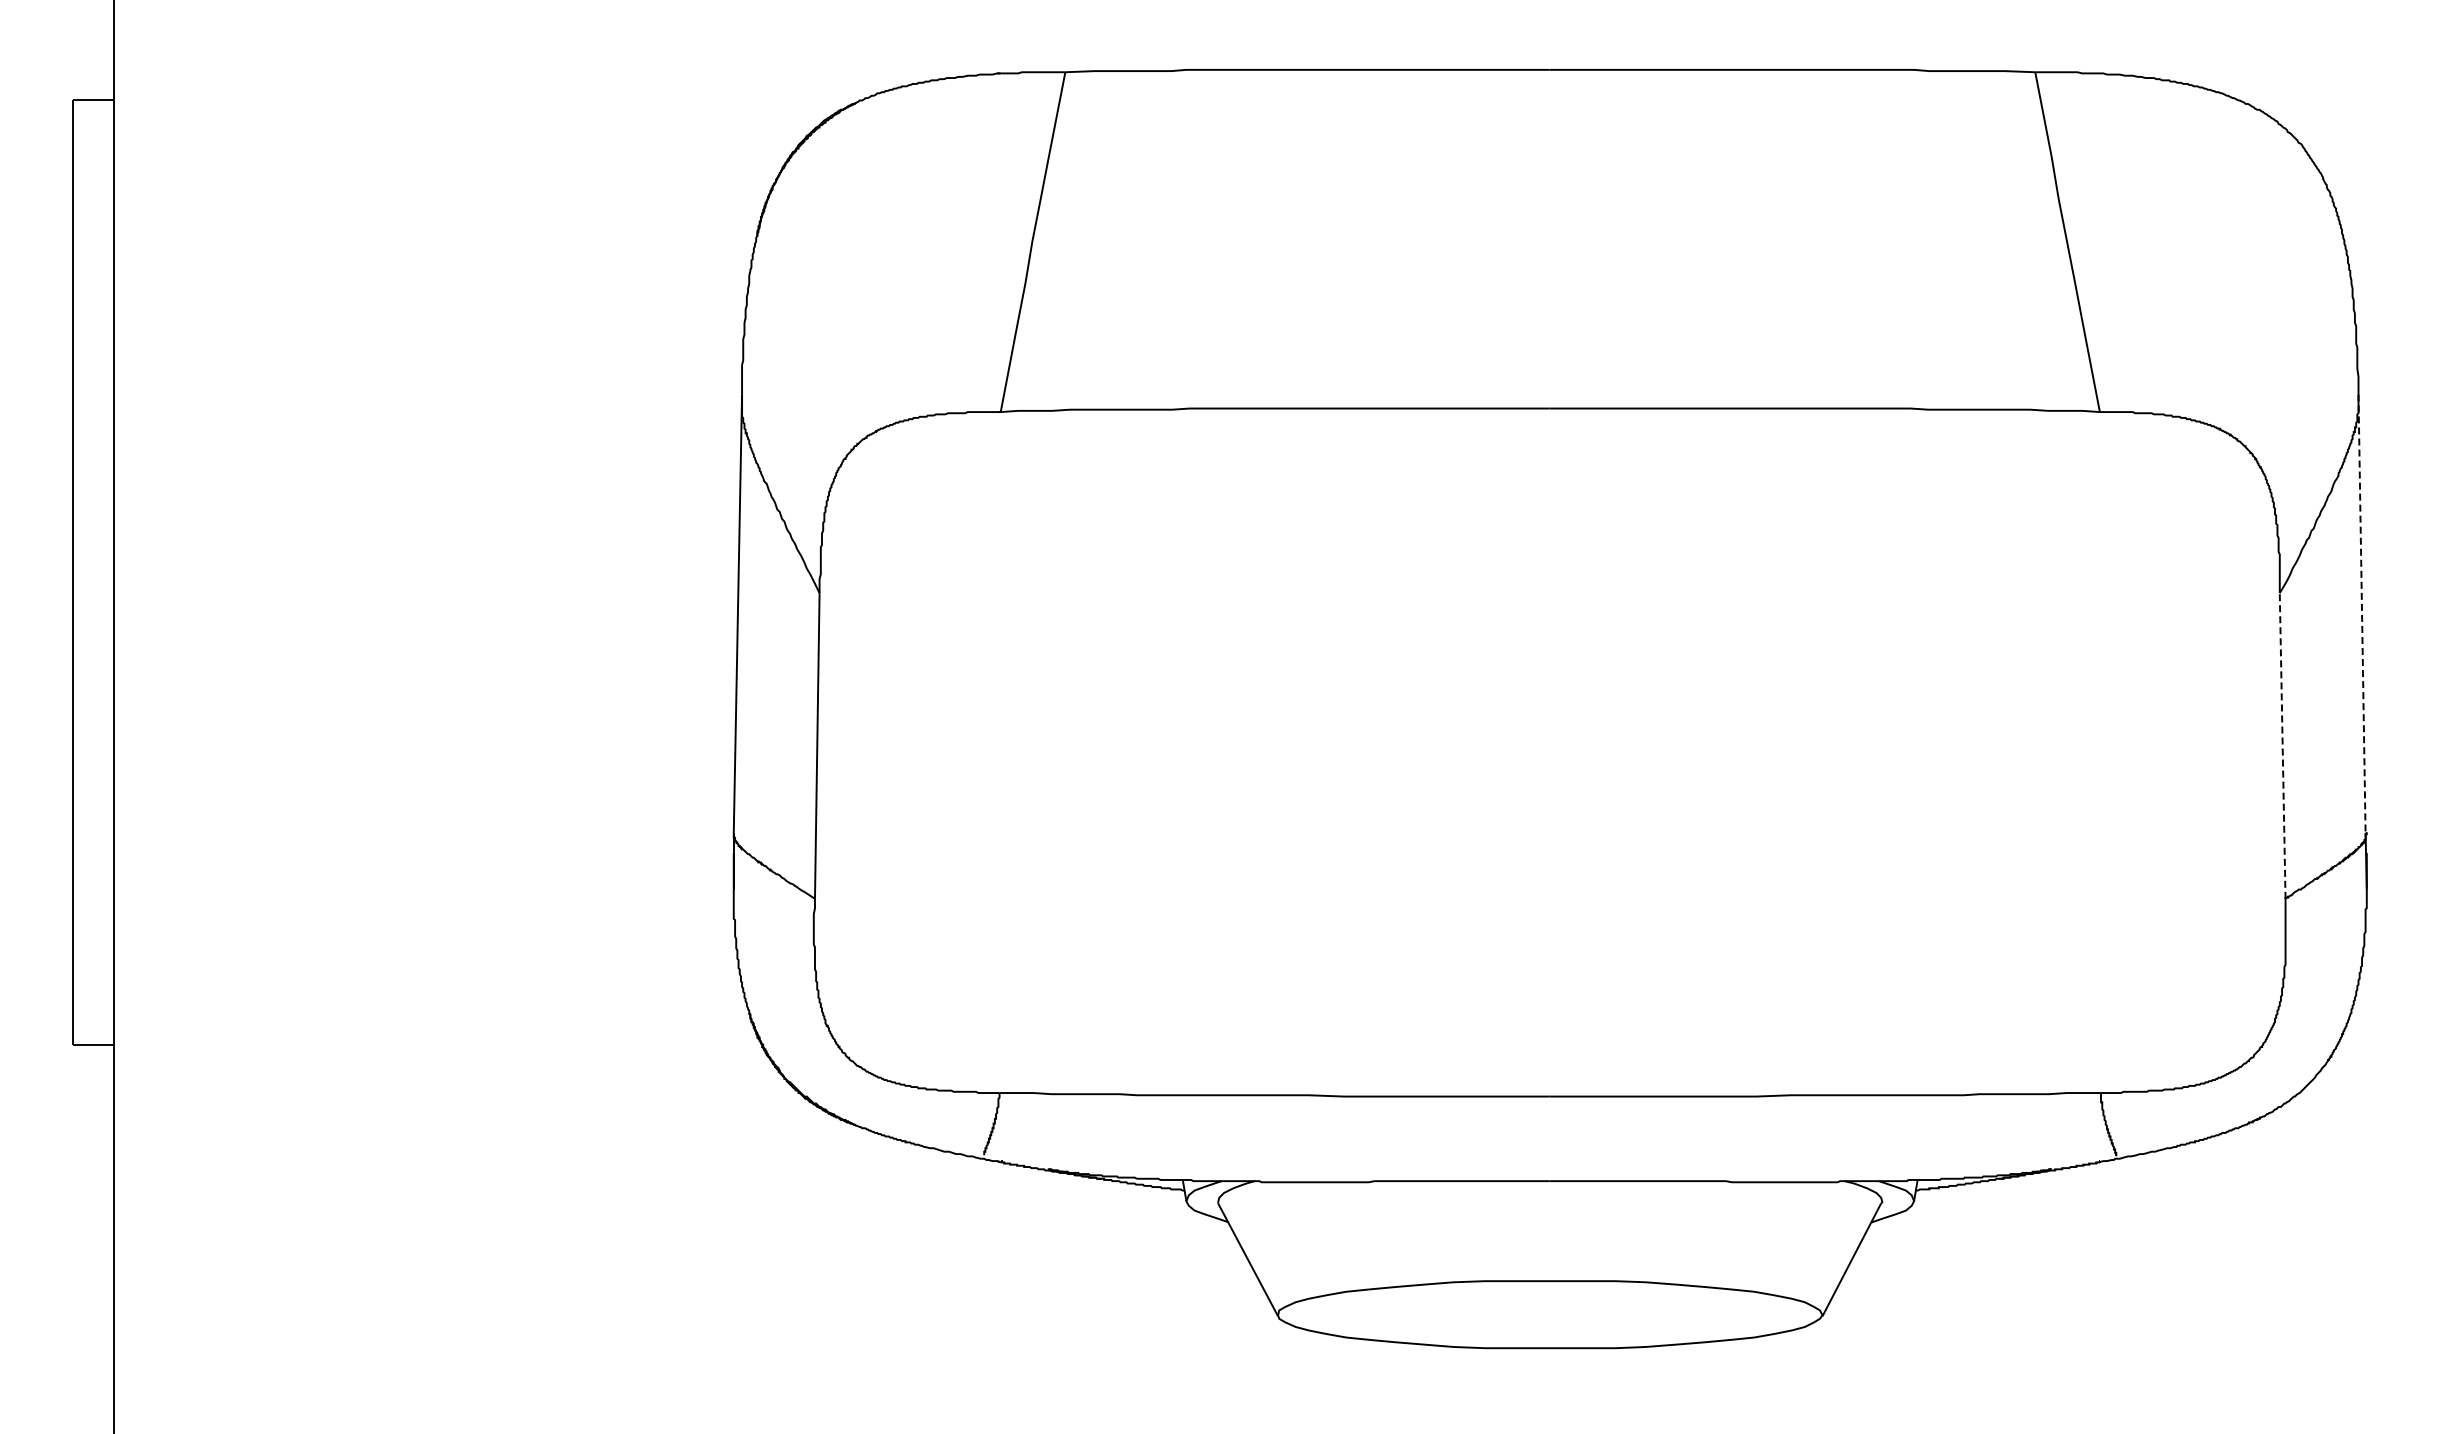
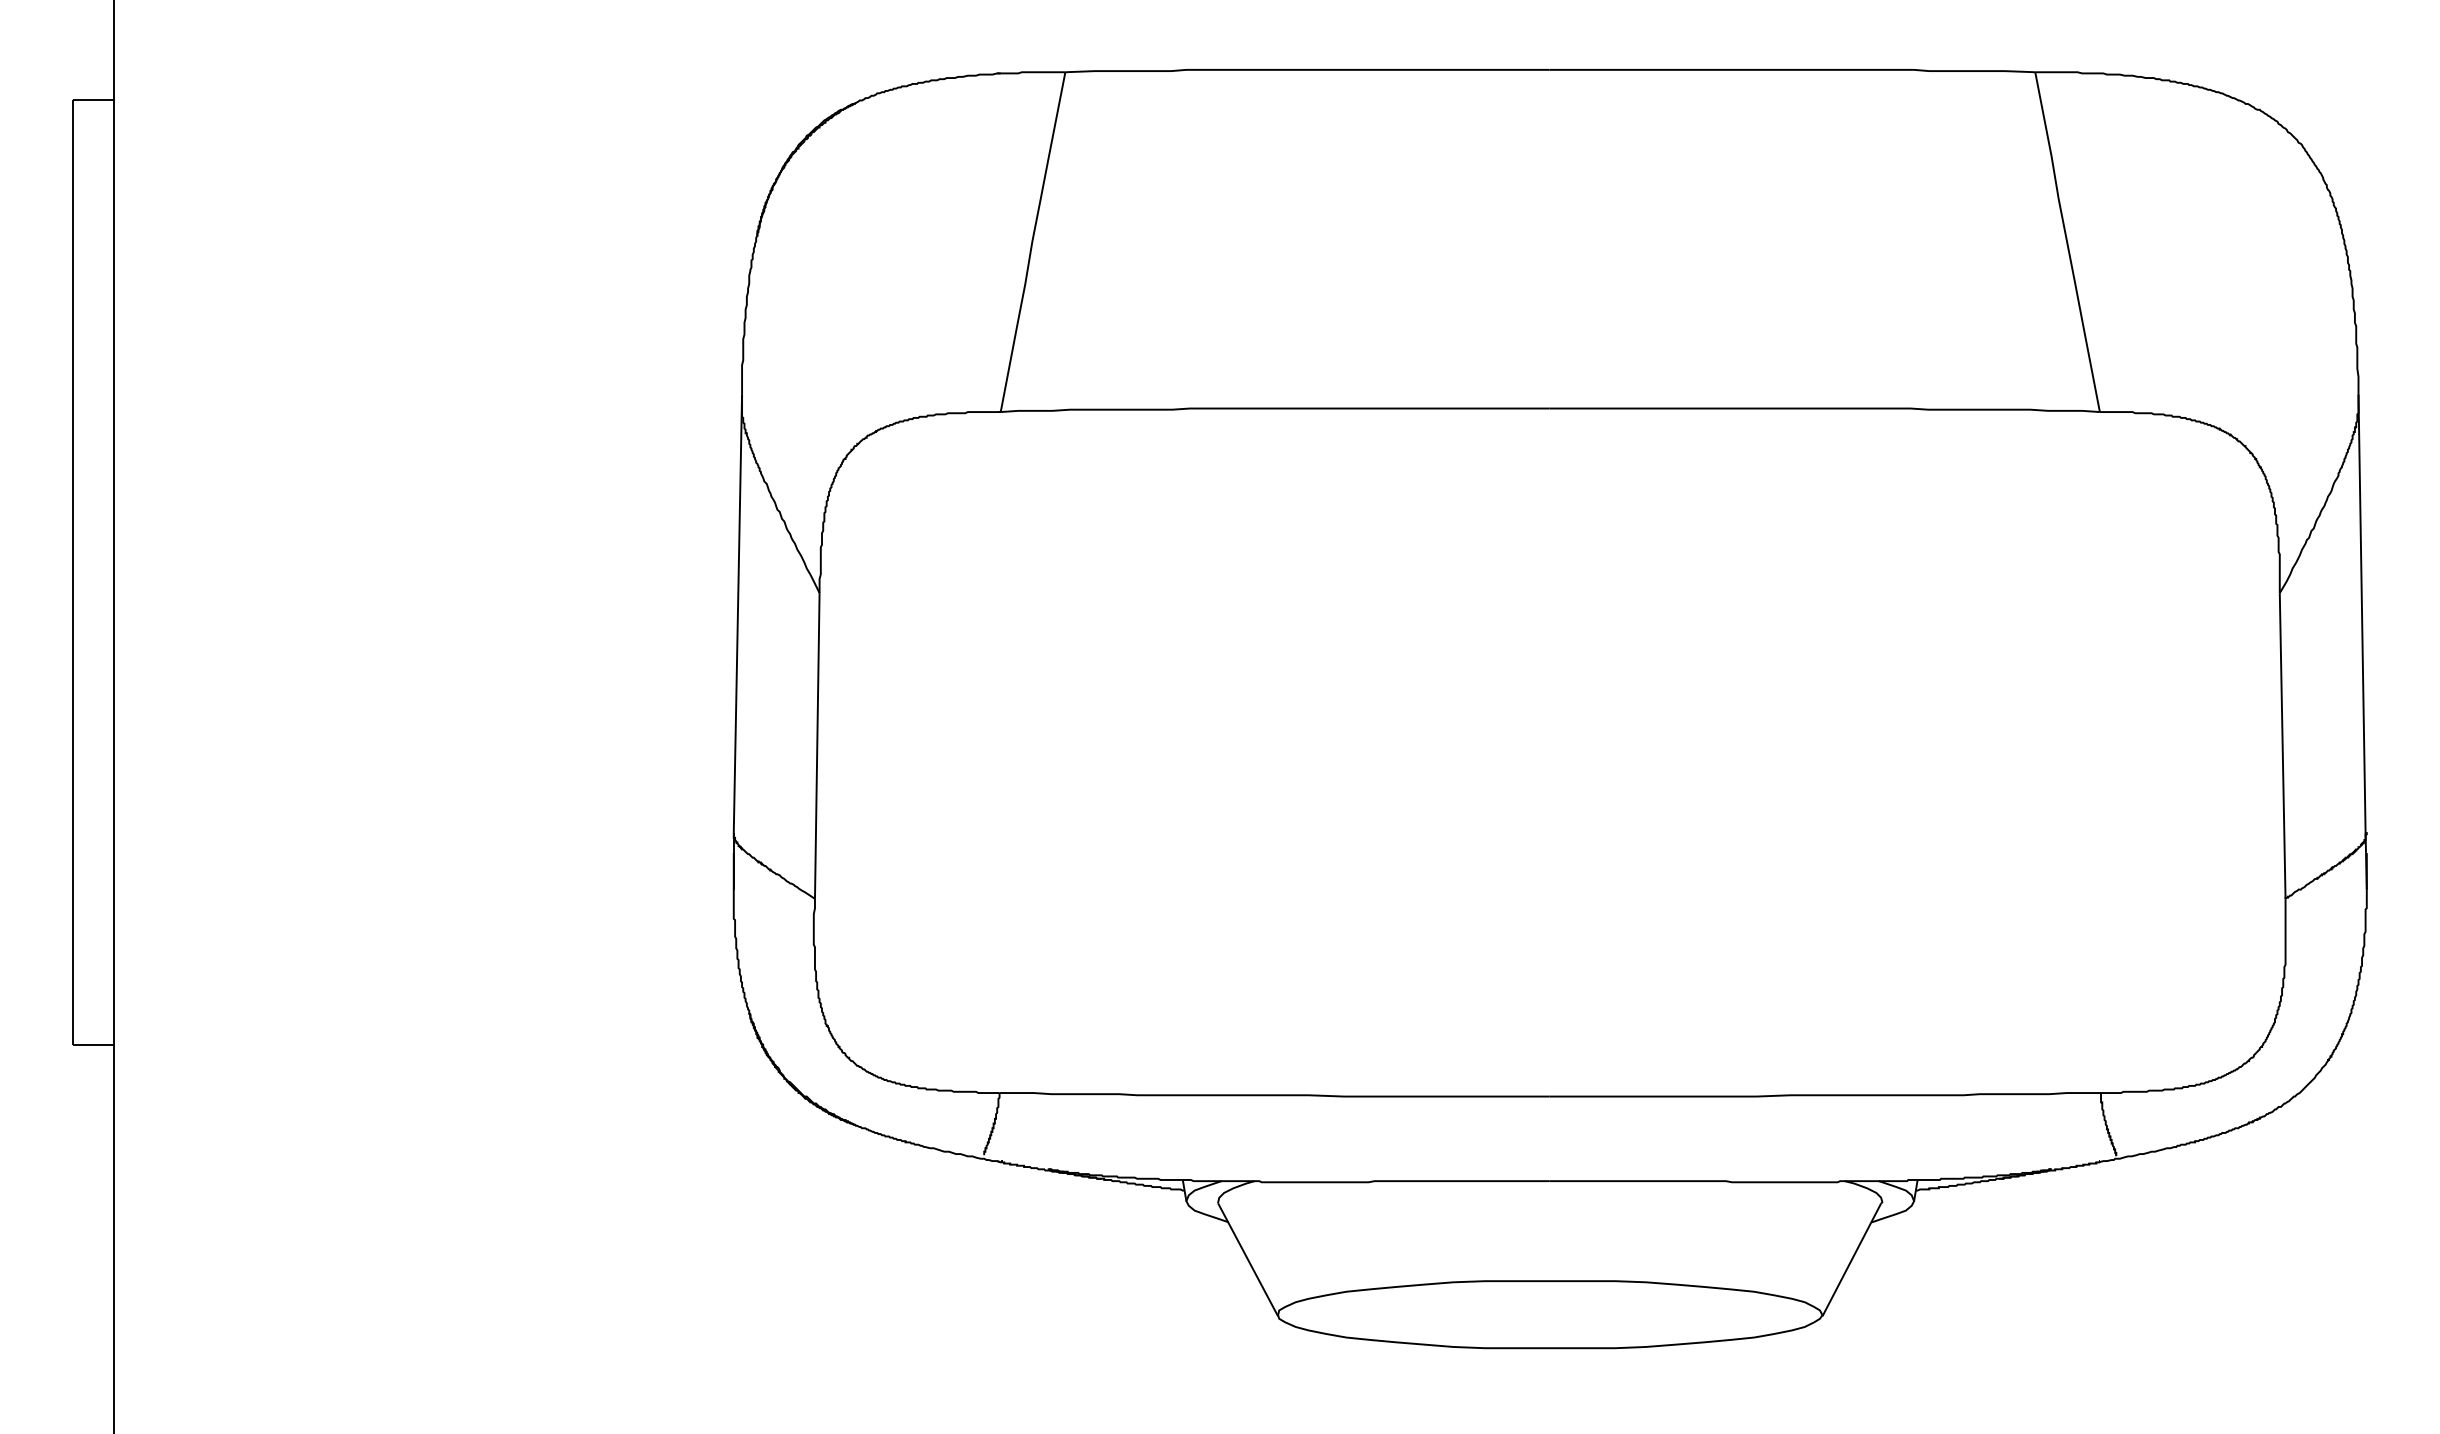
line at (2362, 614): dashed -> solid
line at (2282, 746): dashed -> solid
